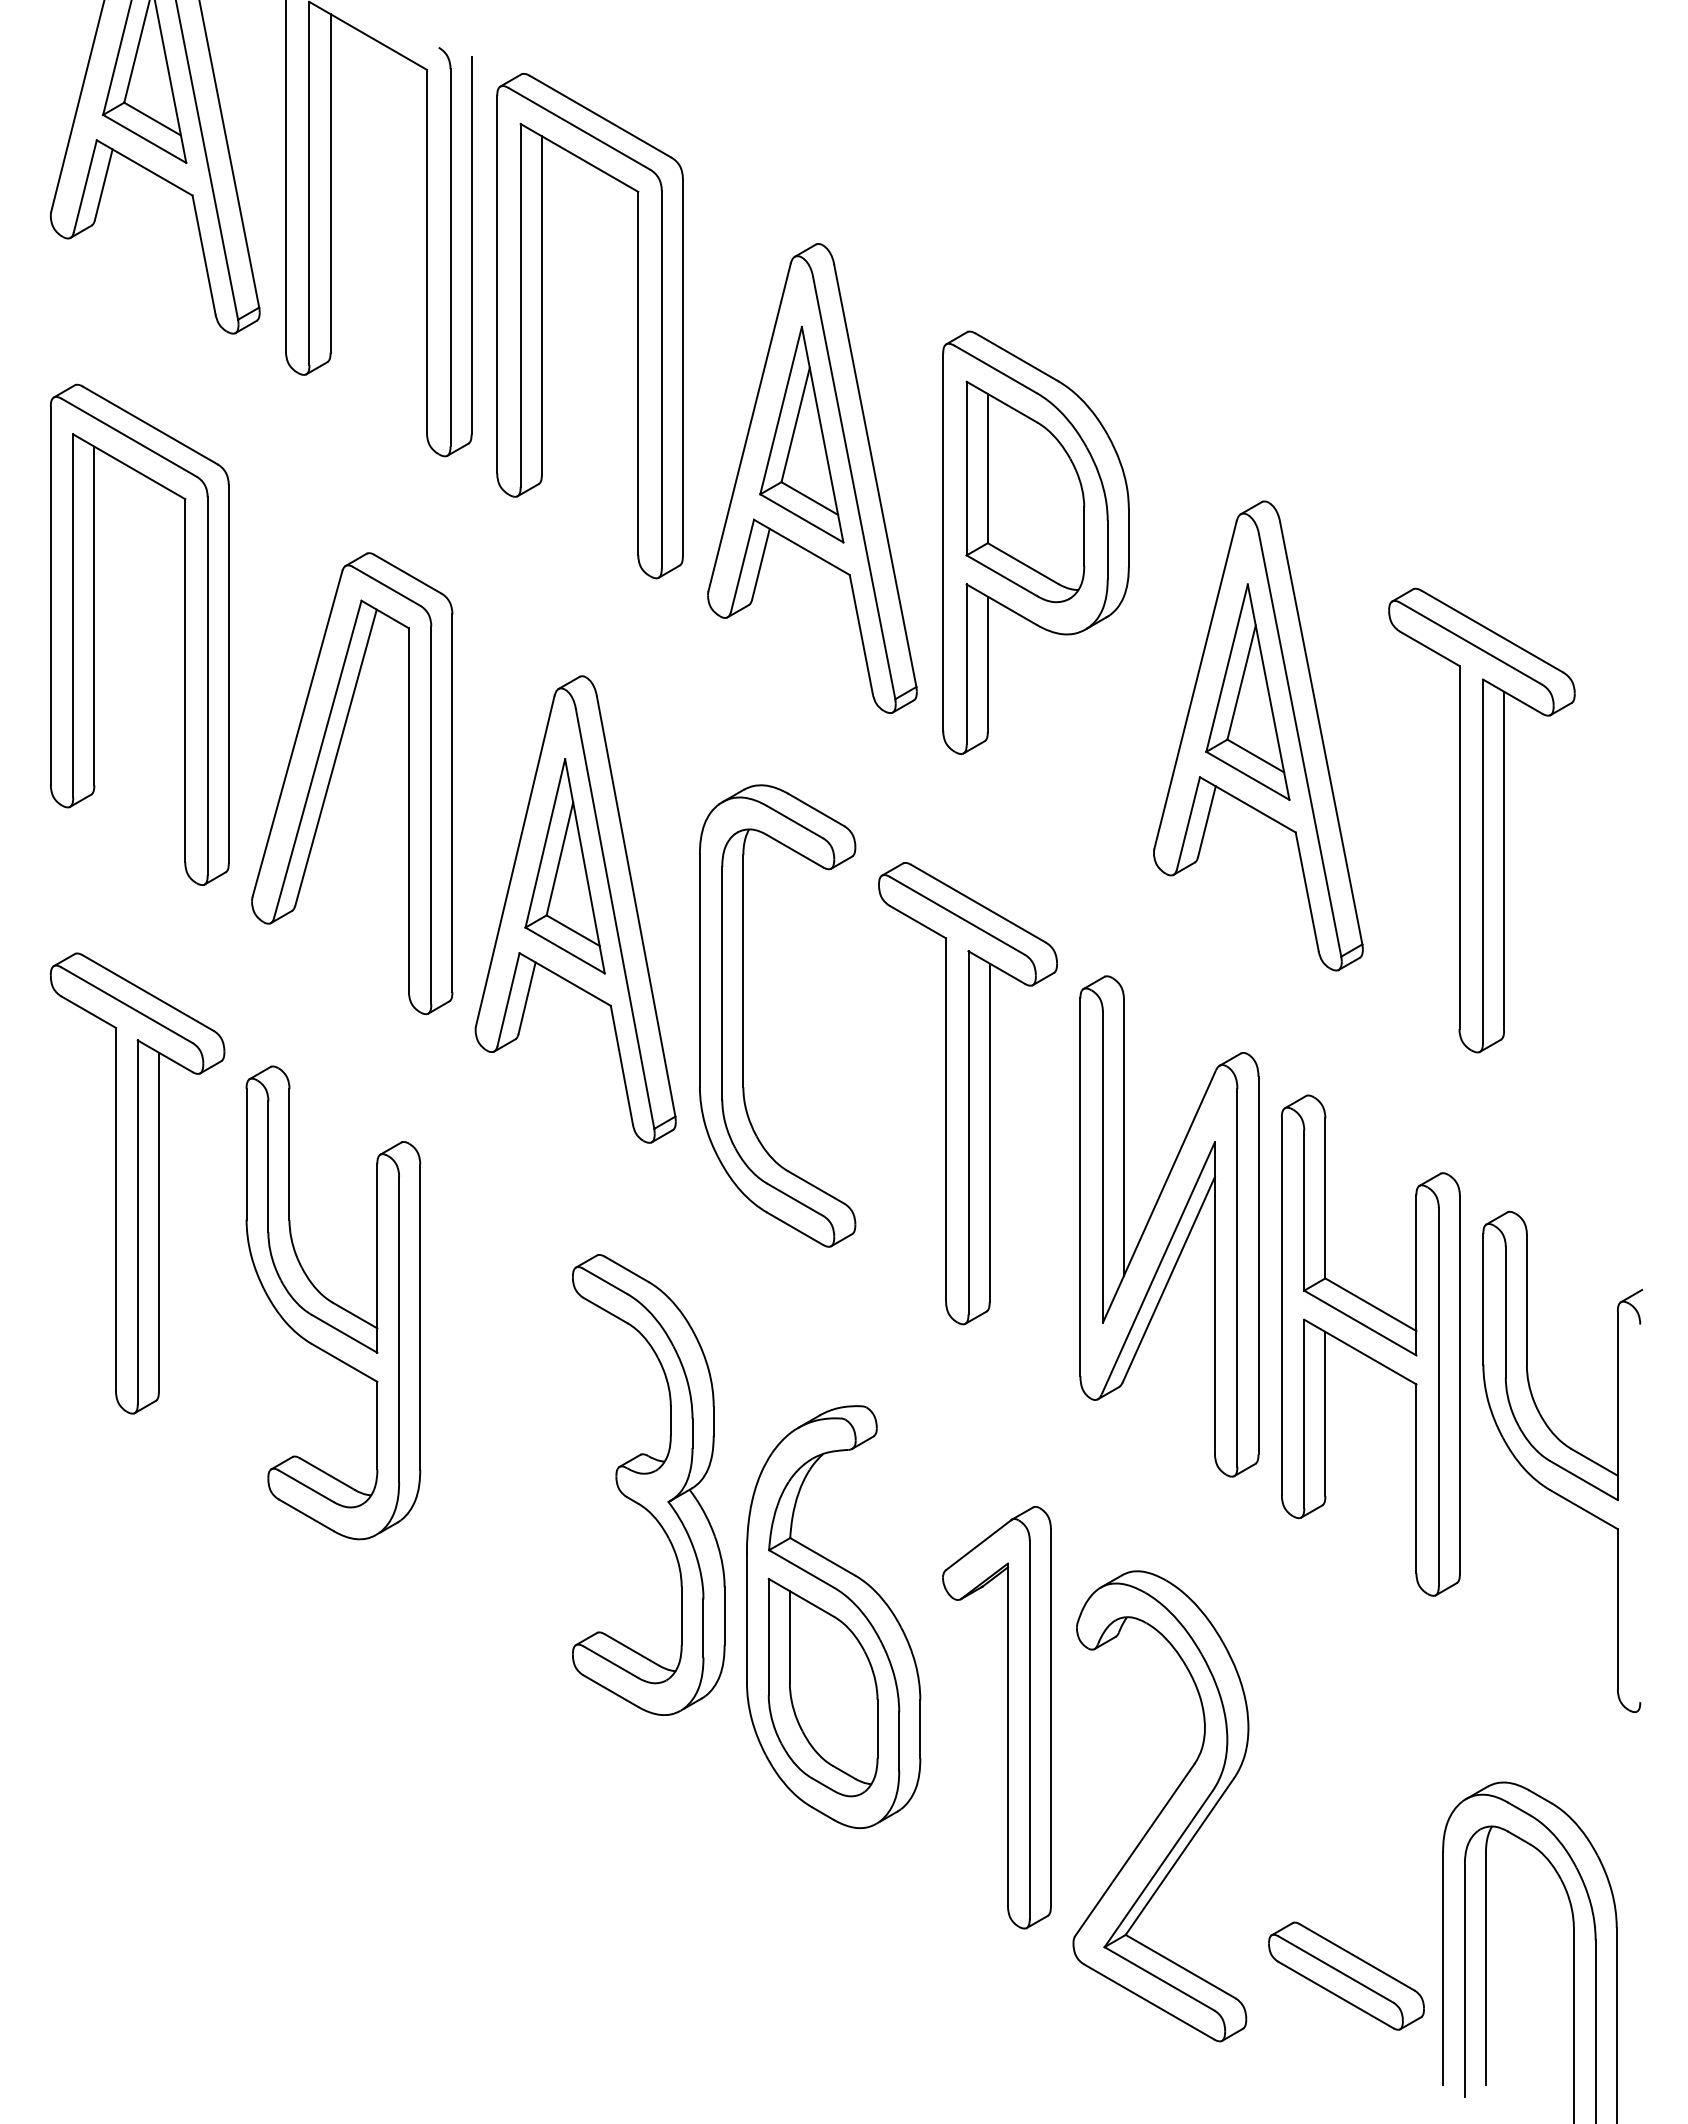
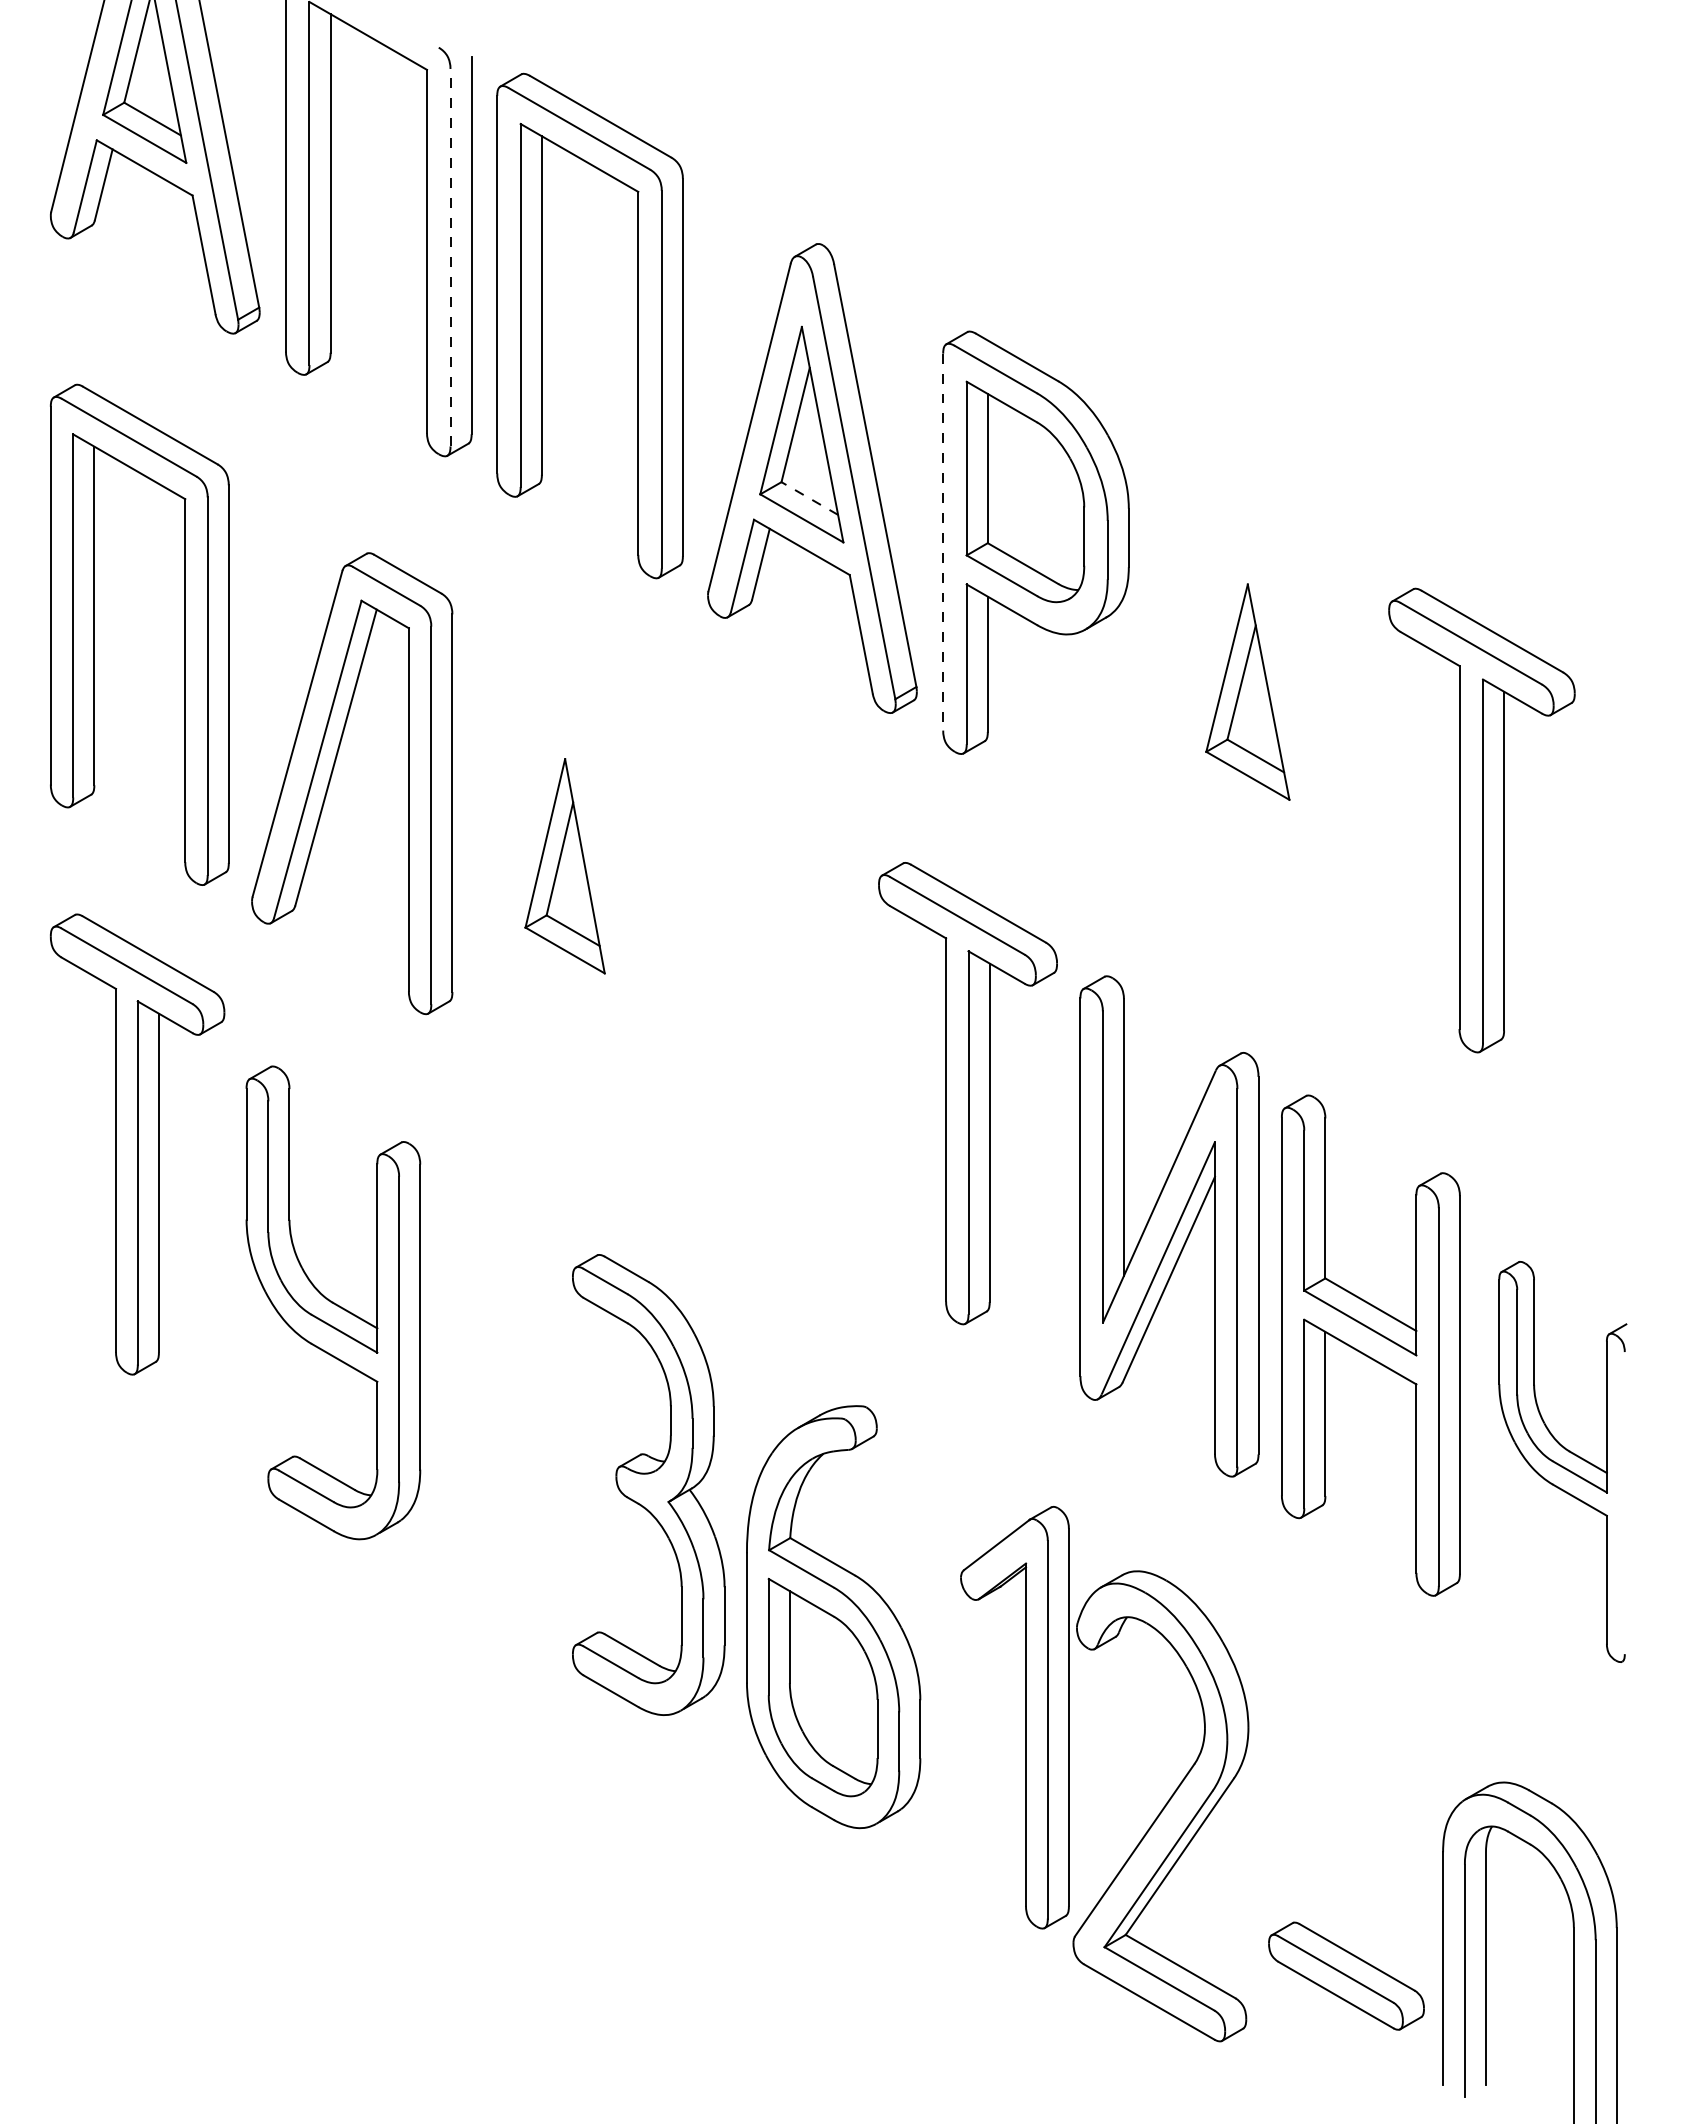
line at (450, 257): solid -> dashed
line at (809, 498): solid -> dashed
line at (943, 542): solid -> dashed
part at (1258, 735): present -> none
part at (575, 909): present -> none
part at (743, 1015): present -> none
part at (137, 1183) position: (137, 1183) -> (137, 1144)
part at (1562, 1461) size: 162x504 px -> 130x402 px
part at (1007, 1717) position: (1007, 1717) -> (1025, 1717)
